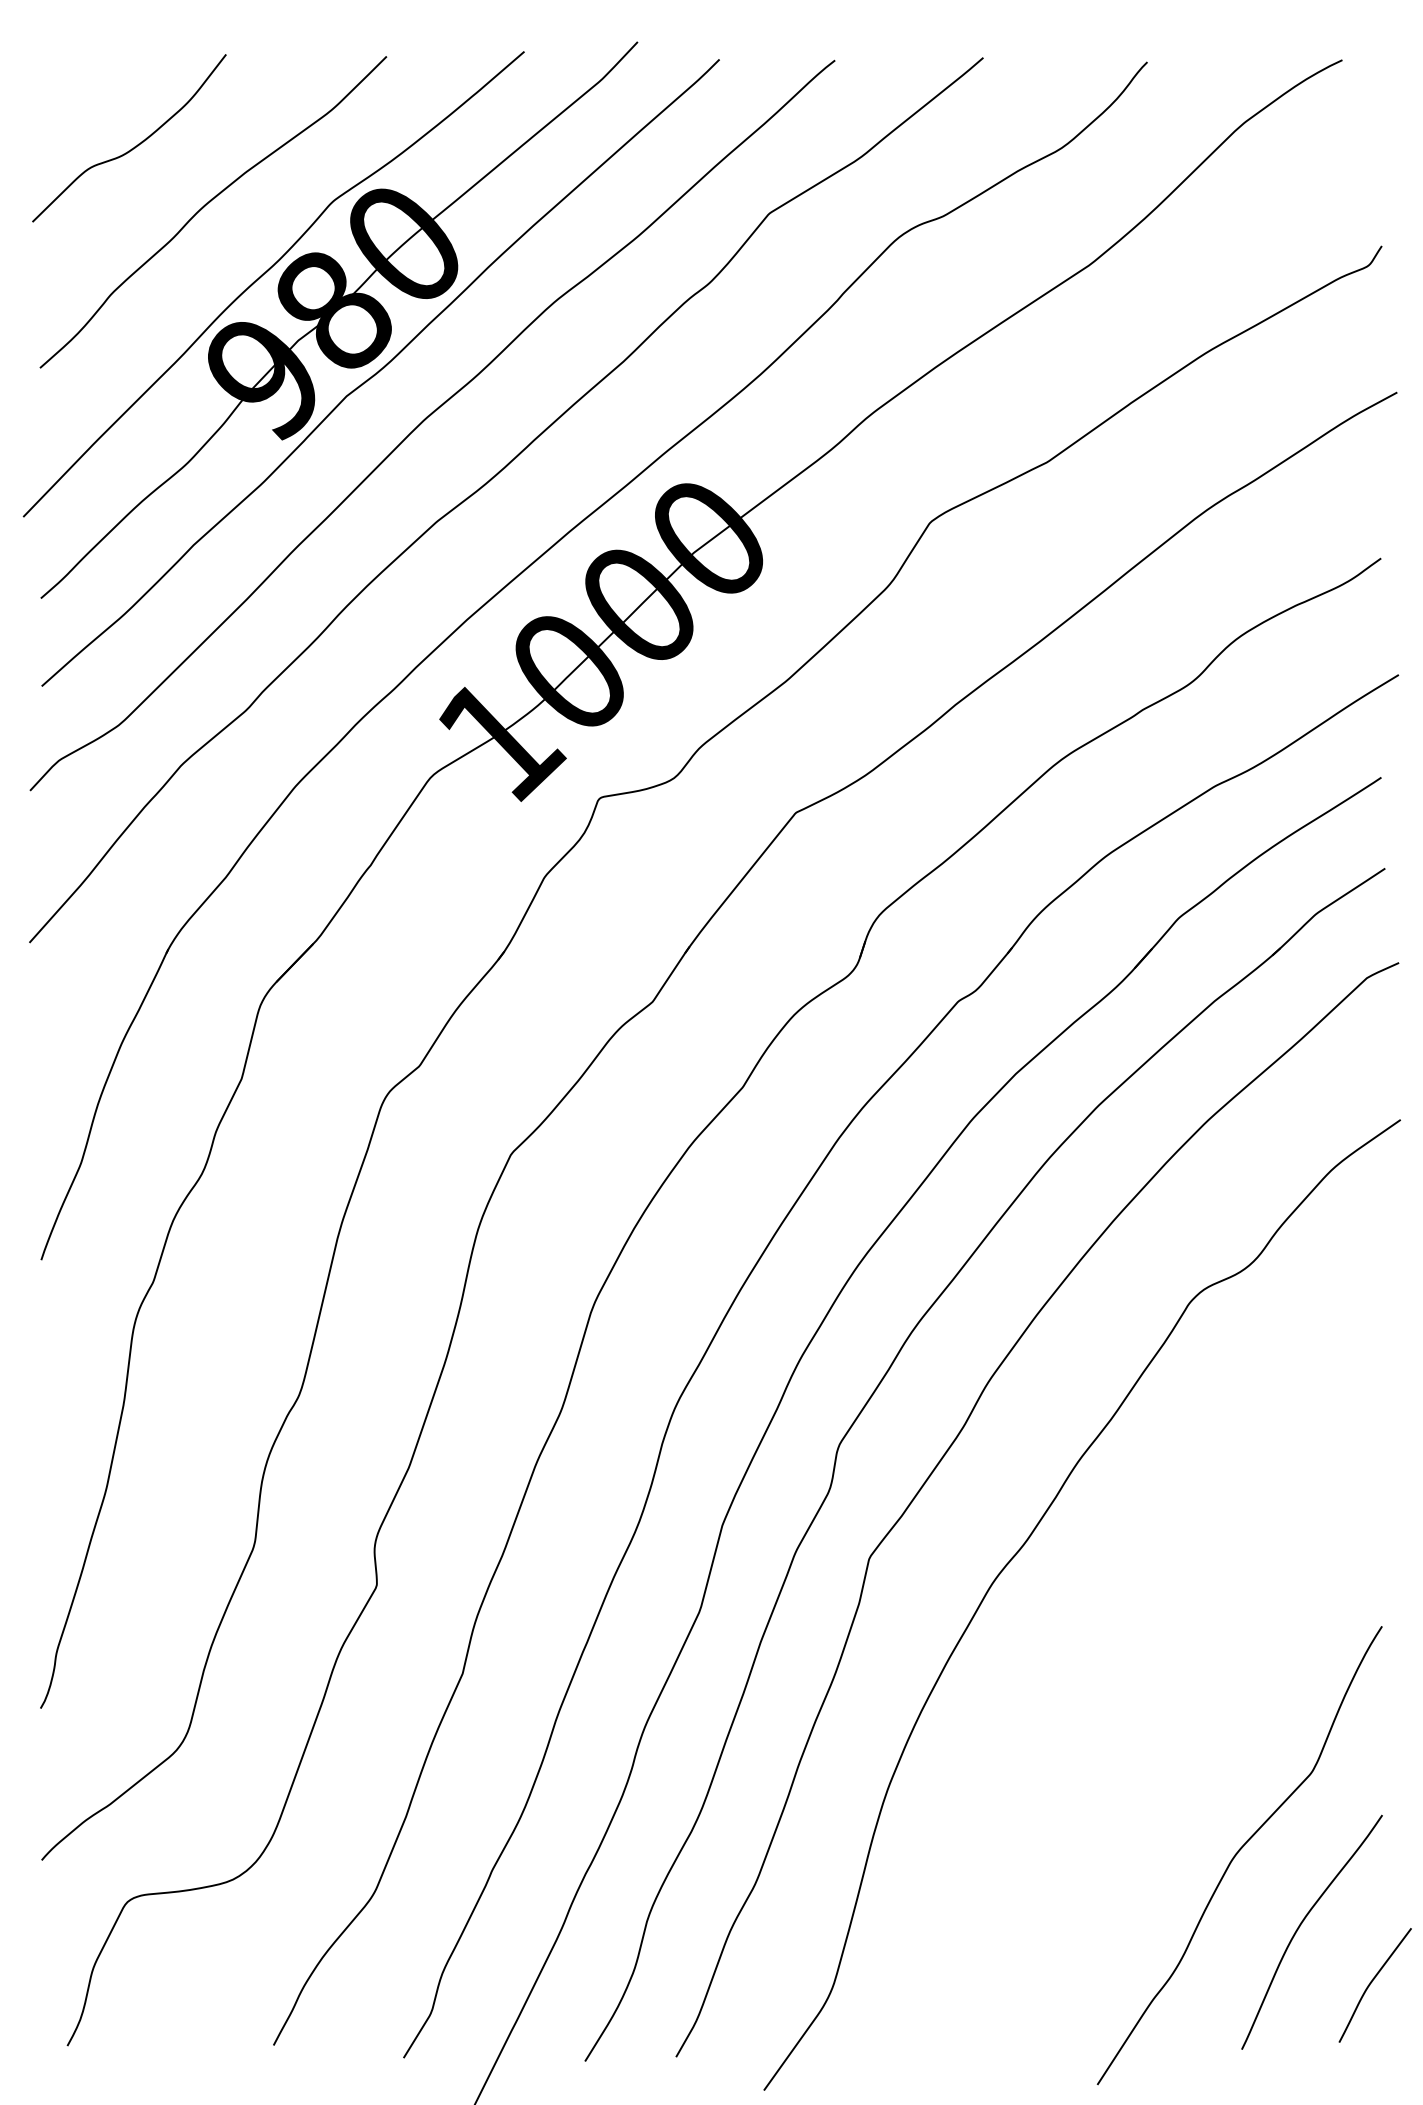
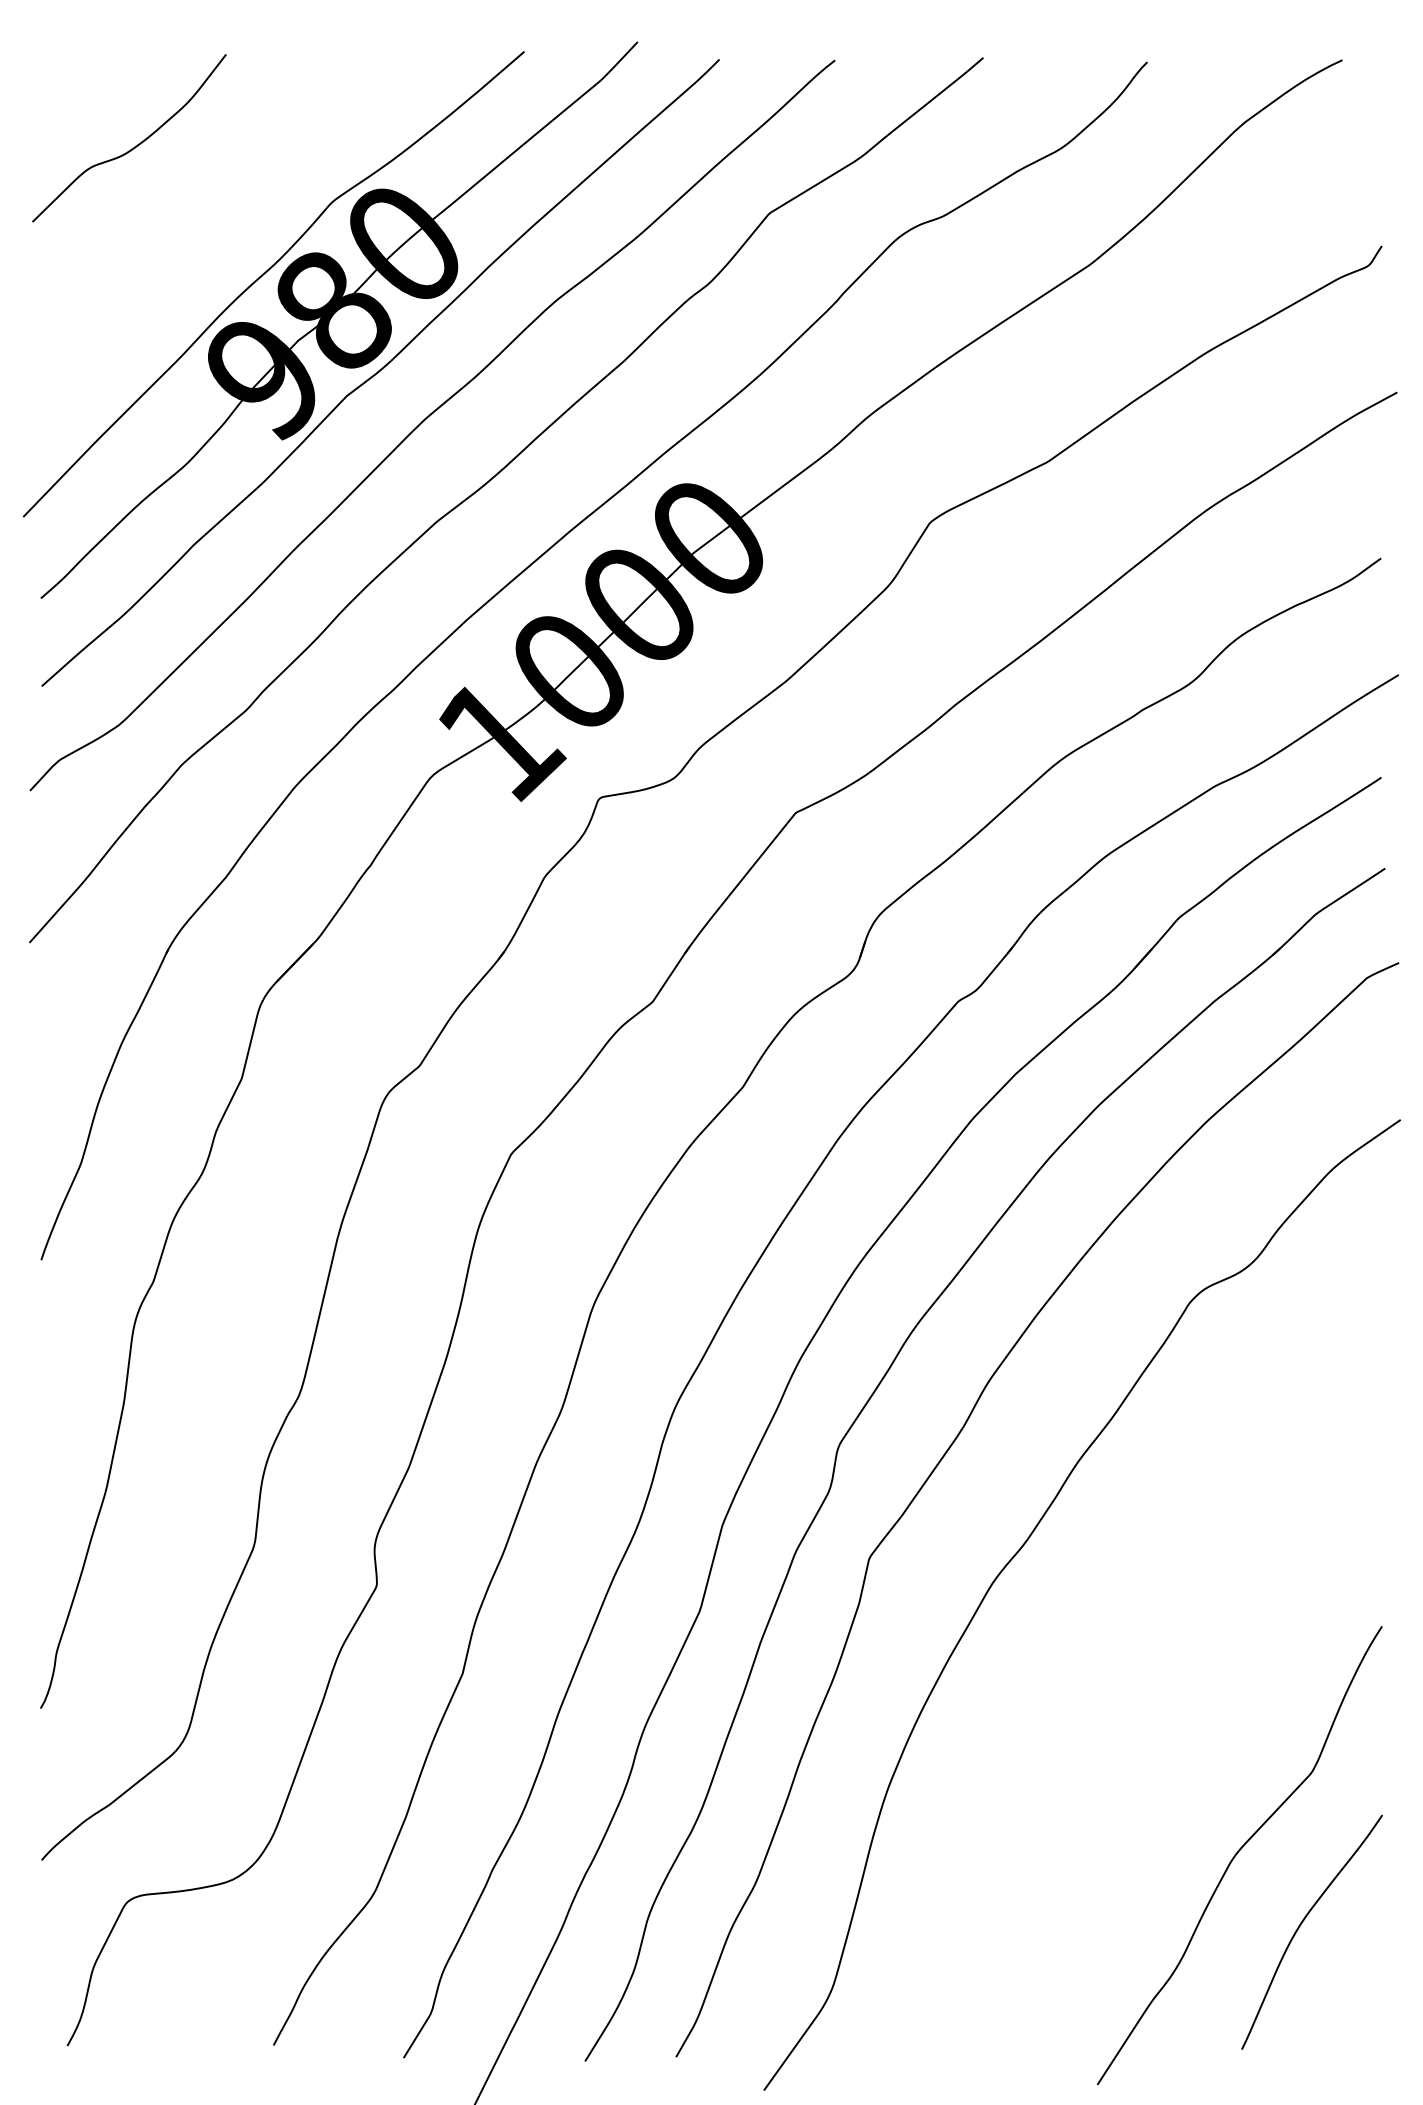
curve at (206, 205): present -> none
curve at (1372, 1982): present -> none
